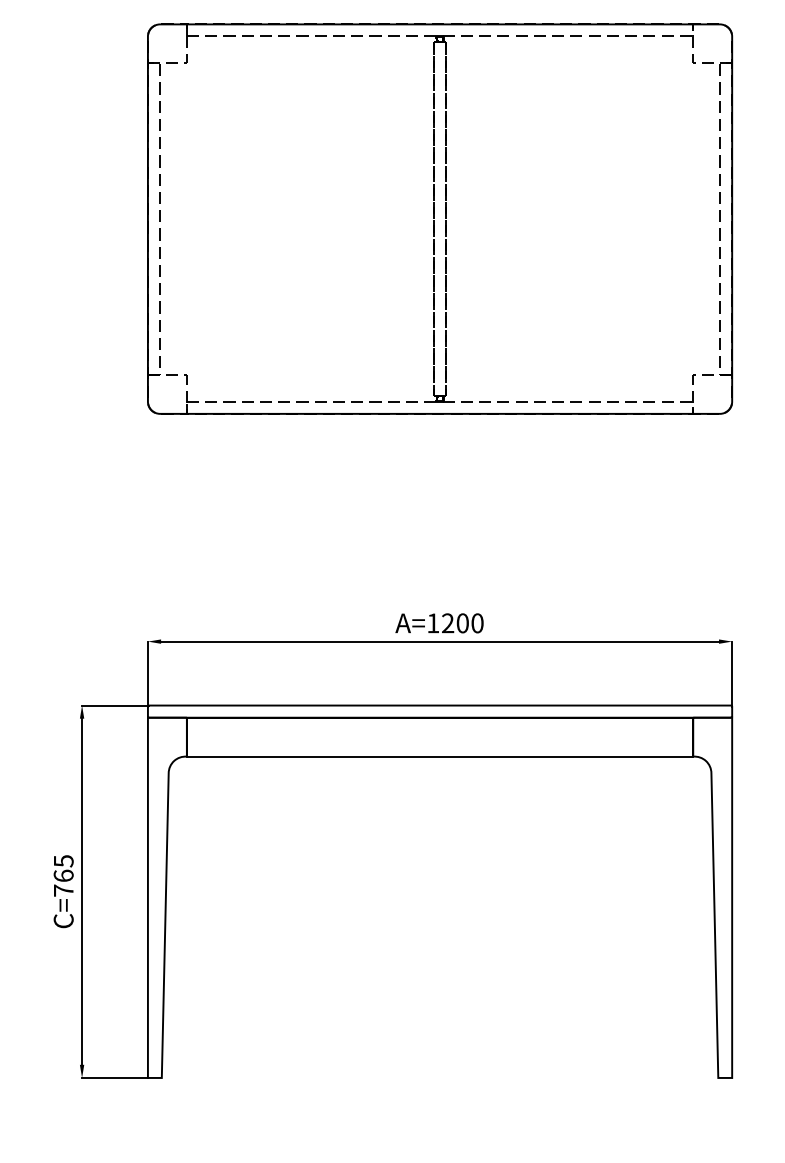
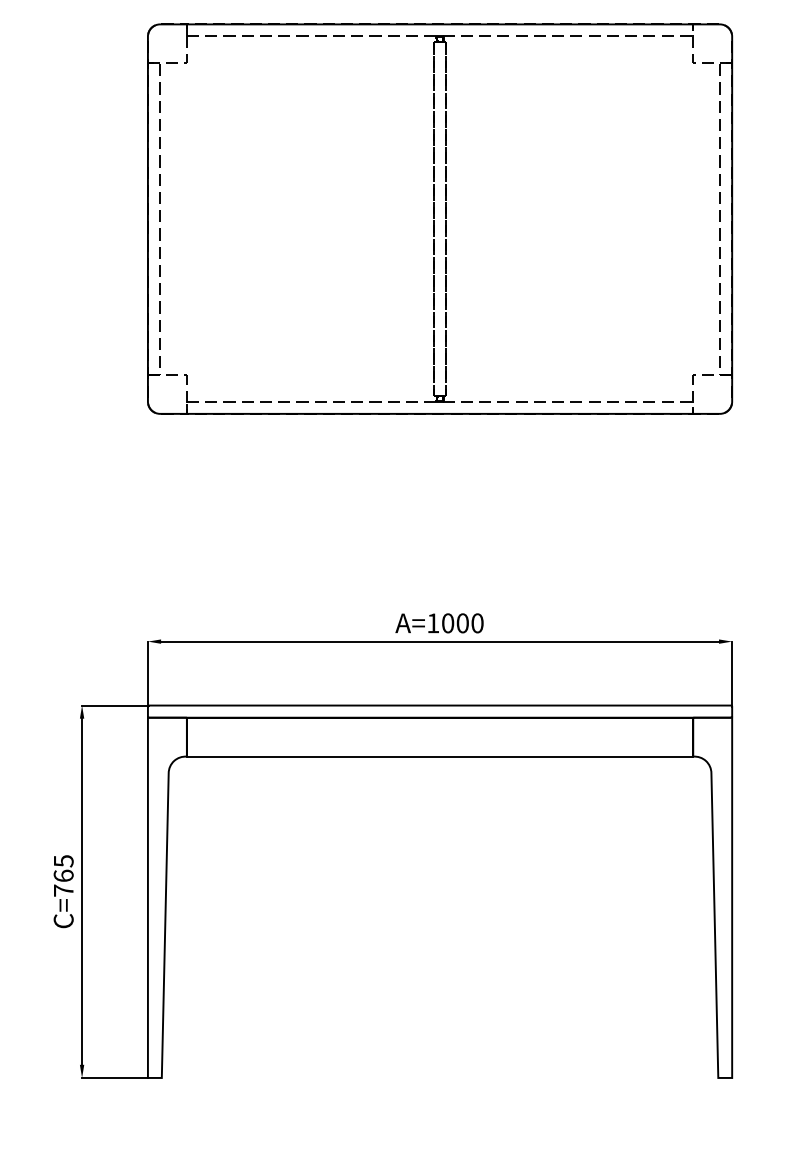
text at (448, 623): A=1200 -> A=1000
